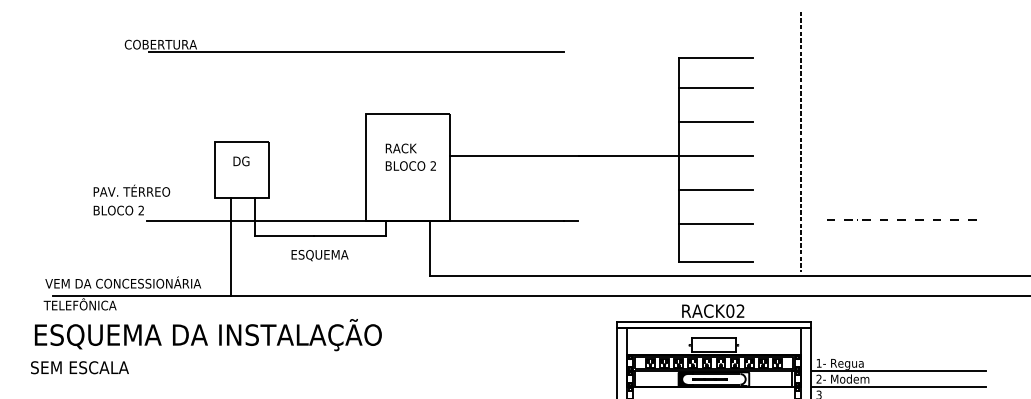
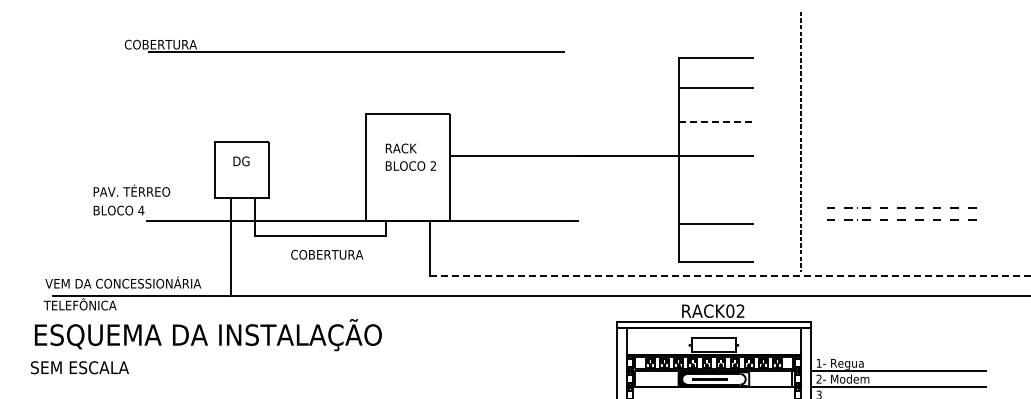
line at (716, 121): solid -> dashed
line at (716, 189): present -> none
line at (901, 207): none -> present
text at (141, 210): 2 -> 4
text at (327, 255): ESQUEMA -> COBERTURA
line at (730, 276): solid -> dashed
